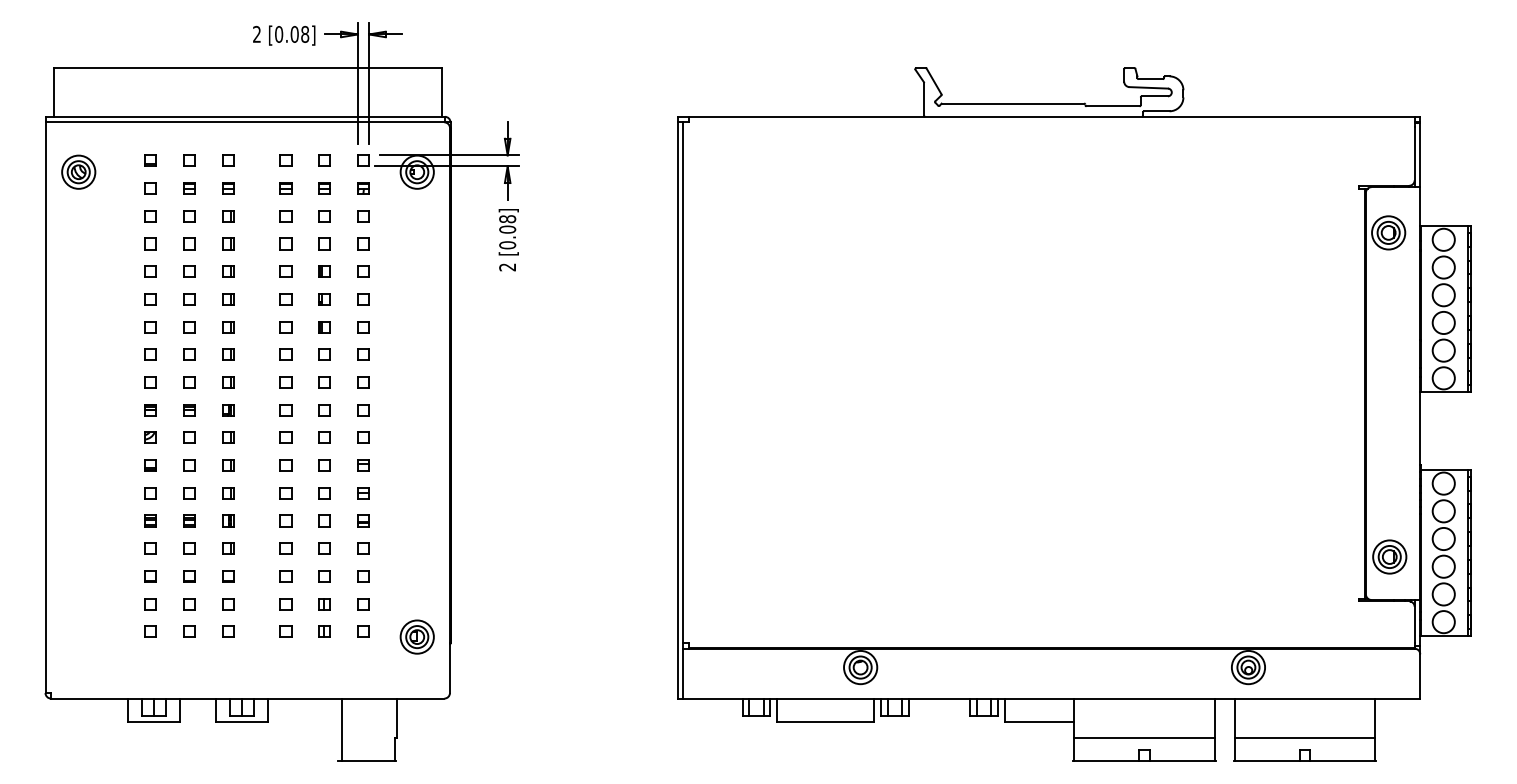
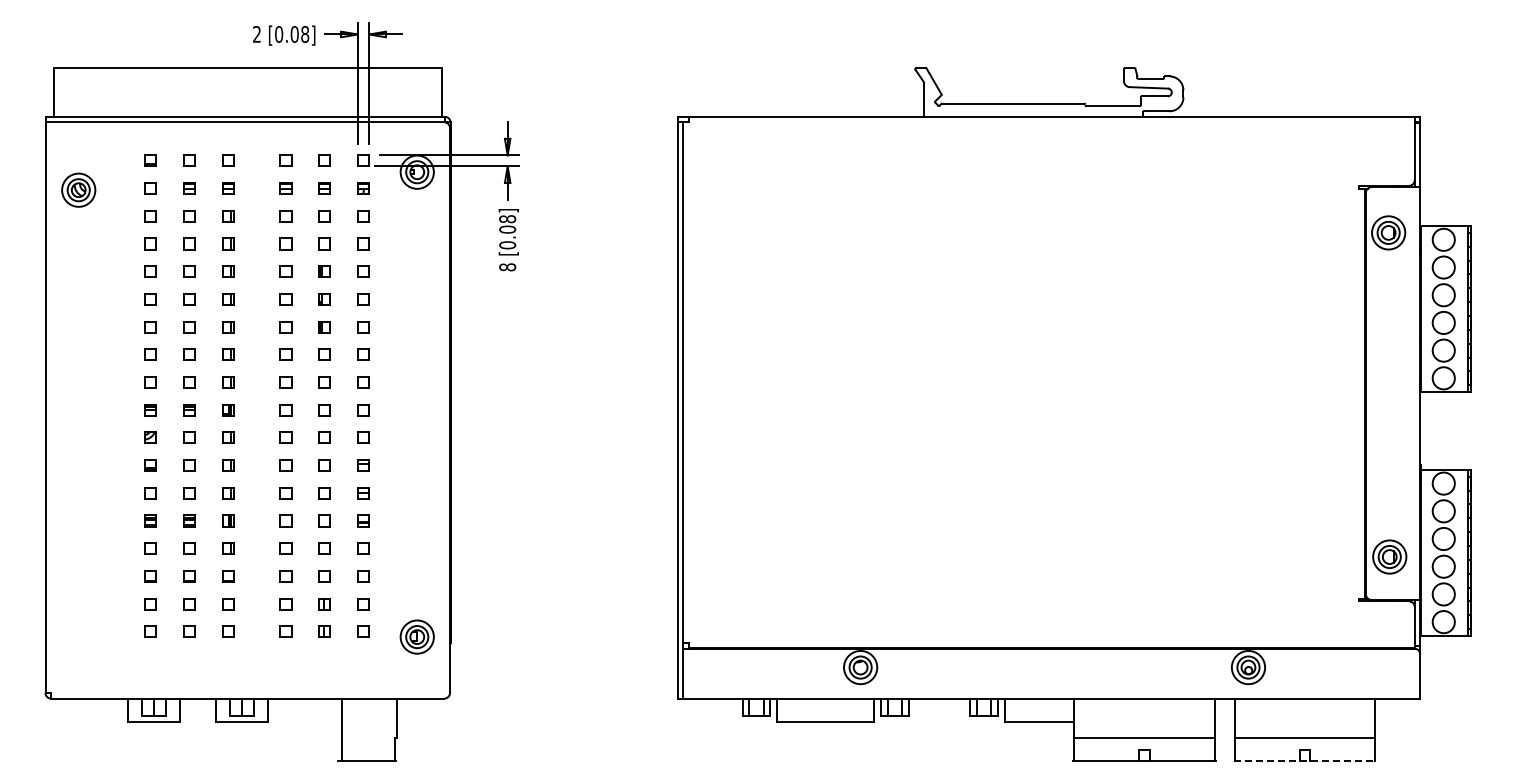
part at (78, 171) position: (78, 171) -> (78, 189)
text at (507, 267): 2 -> 8
line at (1305, 760): solid -> dashed
